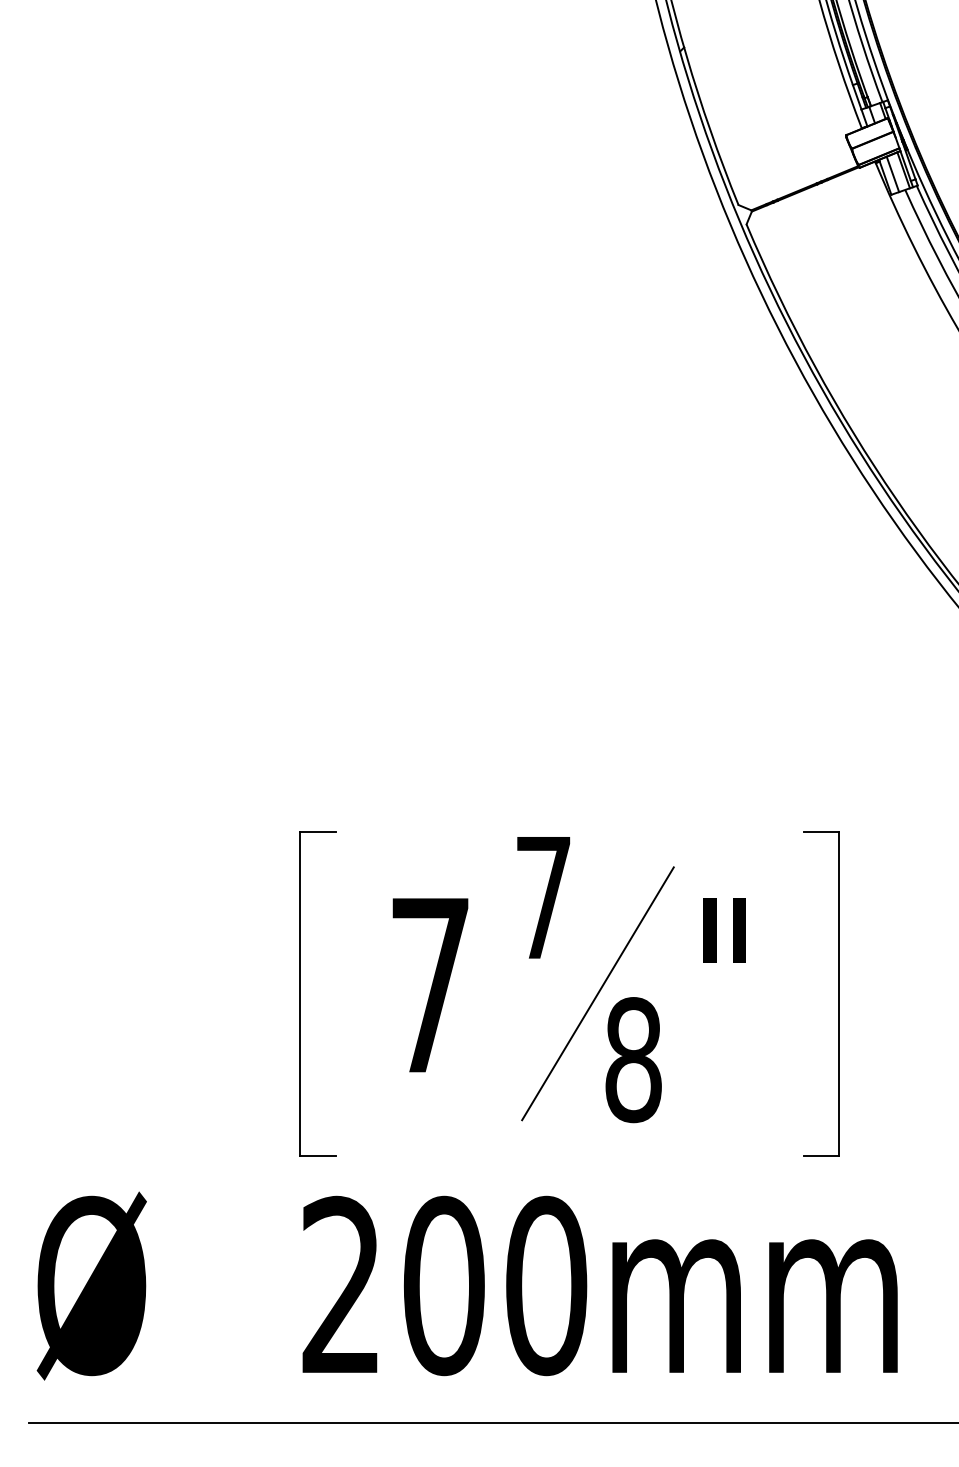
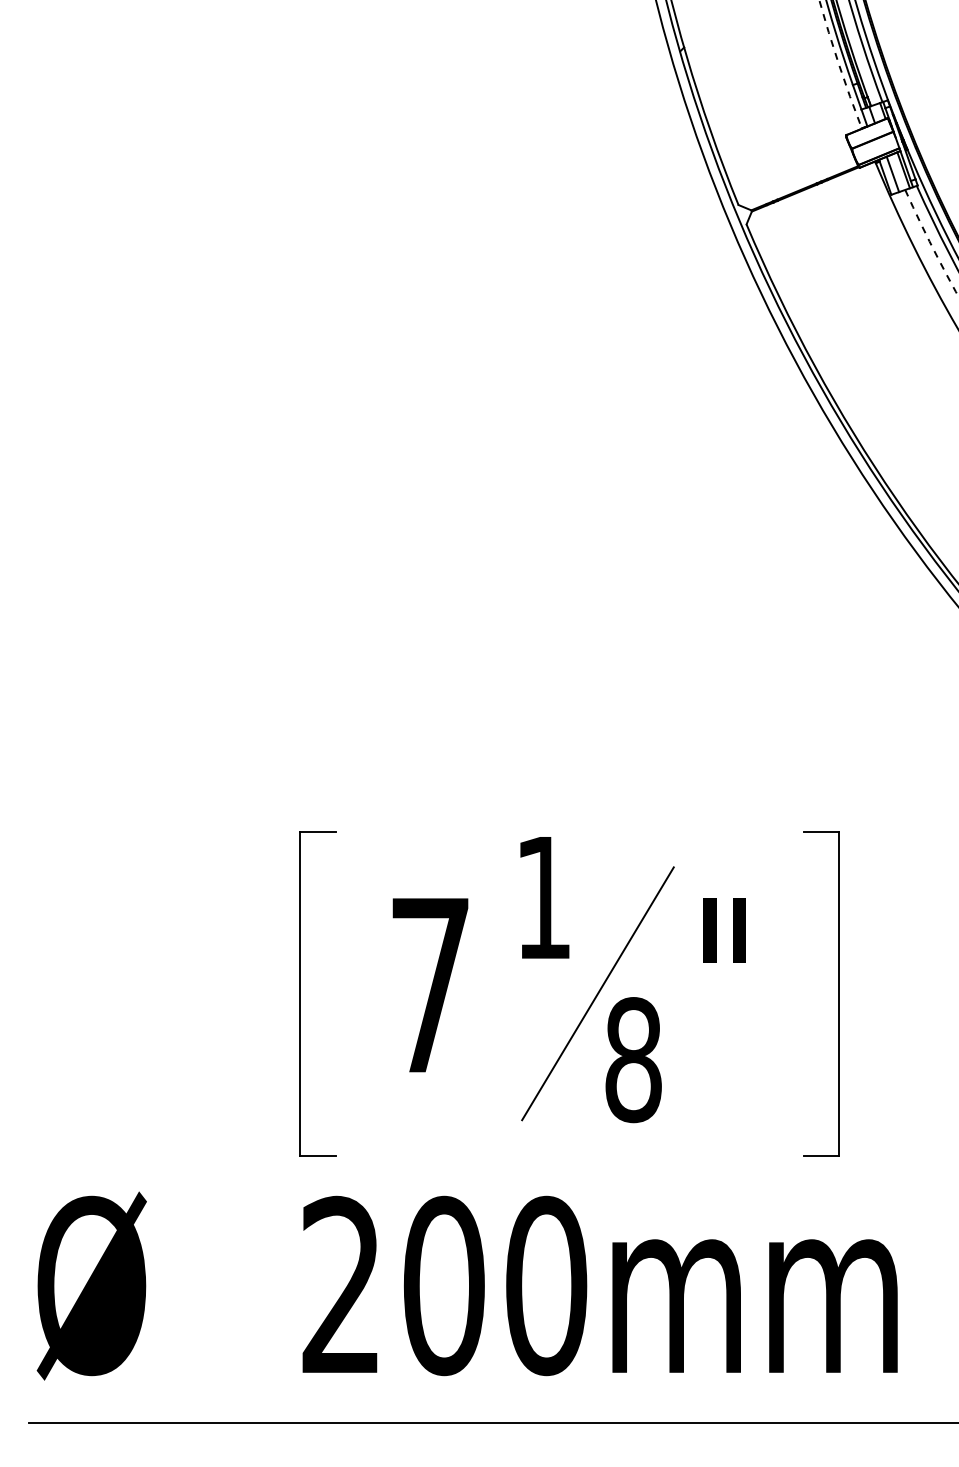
arc at (839, 64): solid -> dashed
arc at (931, 244): solid -> dashed
text at (543, 897): 7 -> 1
